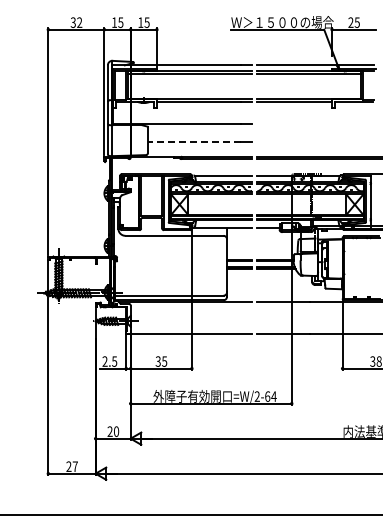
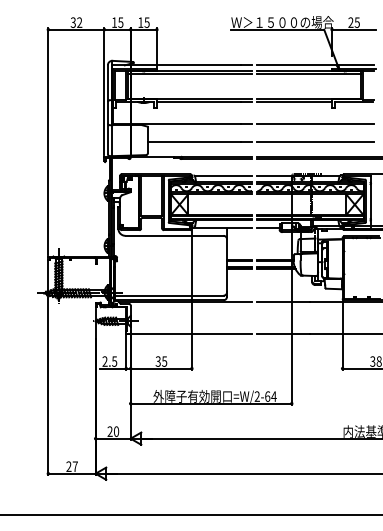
line at (315, 124): none -> present
line at (194, 141): dashed -> solid
line at (315, 141): none -> present
